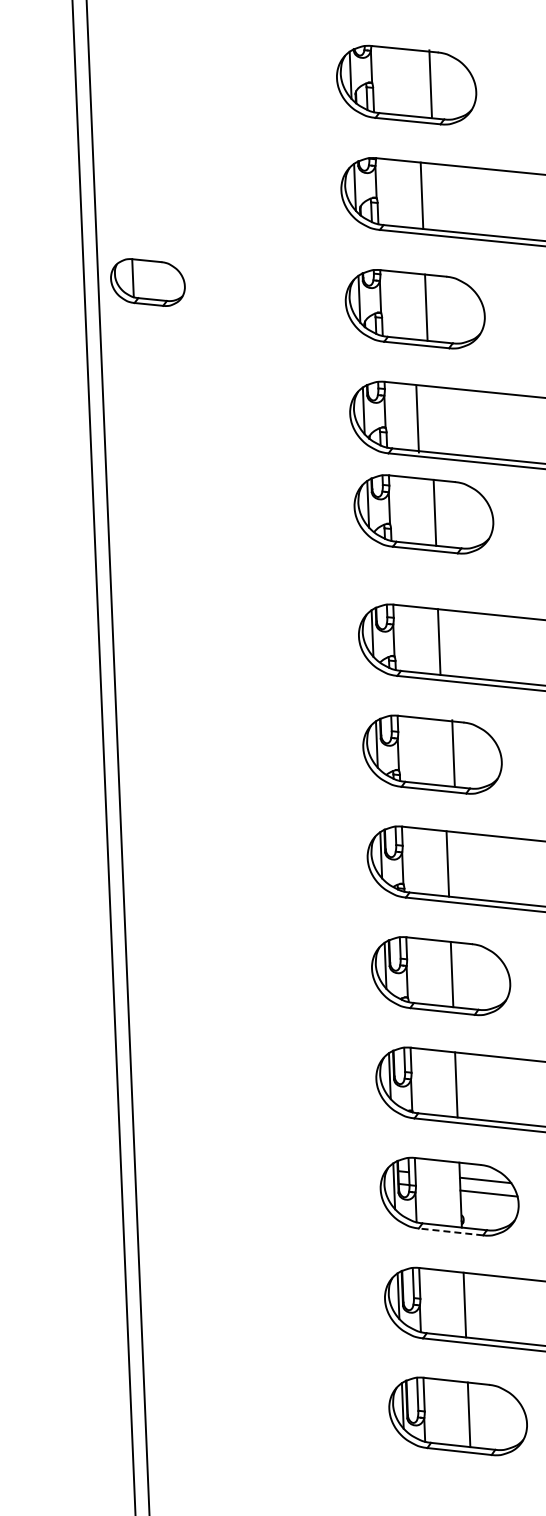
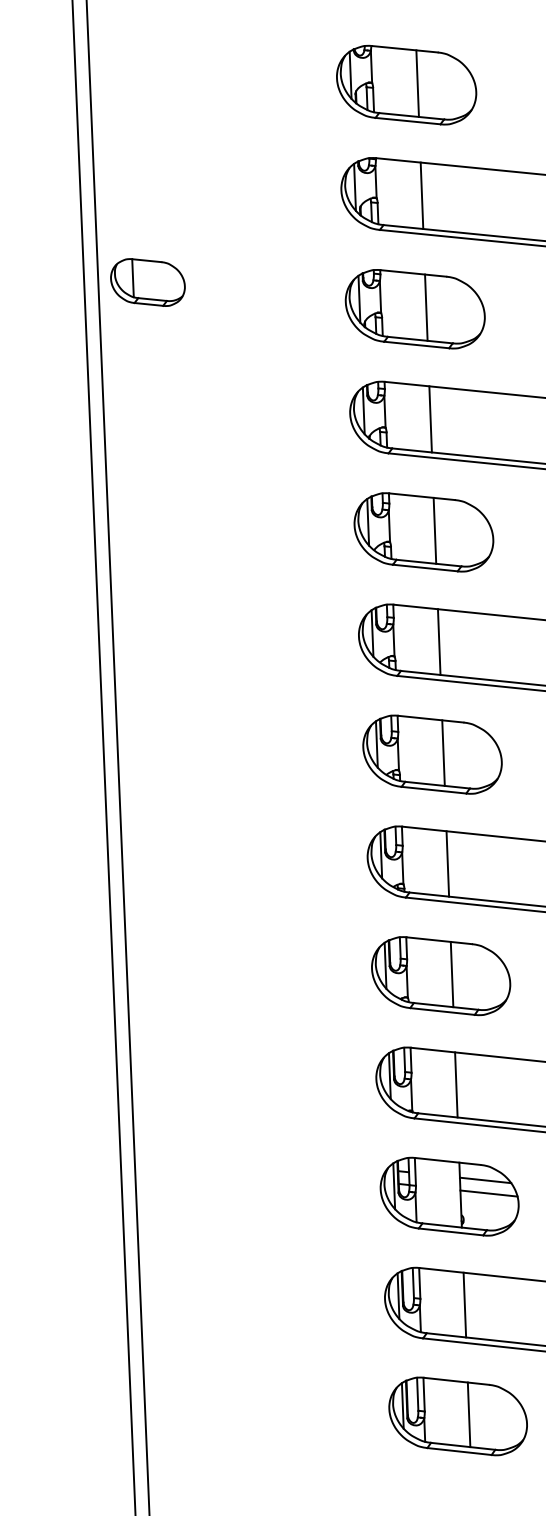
line at (430, 83) position: (430, 83) -> (417, 83)
line at (417, 419) position: (417, 419) -> (430, 419)
part at (423, 514) position: (423, 514) -> (423, 532)
line at (453, 752) position: (453, 752) -> (443, 752)
line at (450, 1231): dashed -> solid
